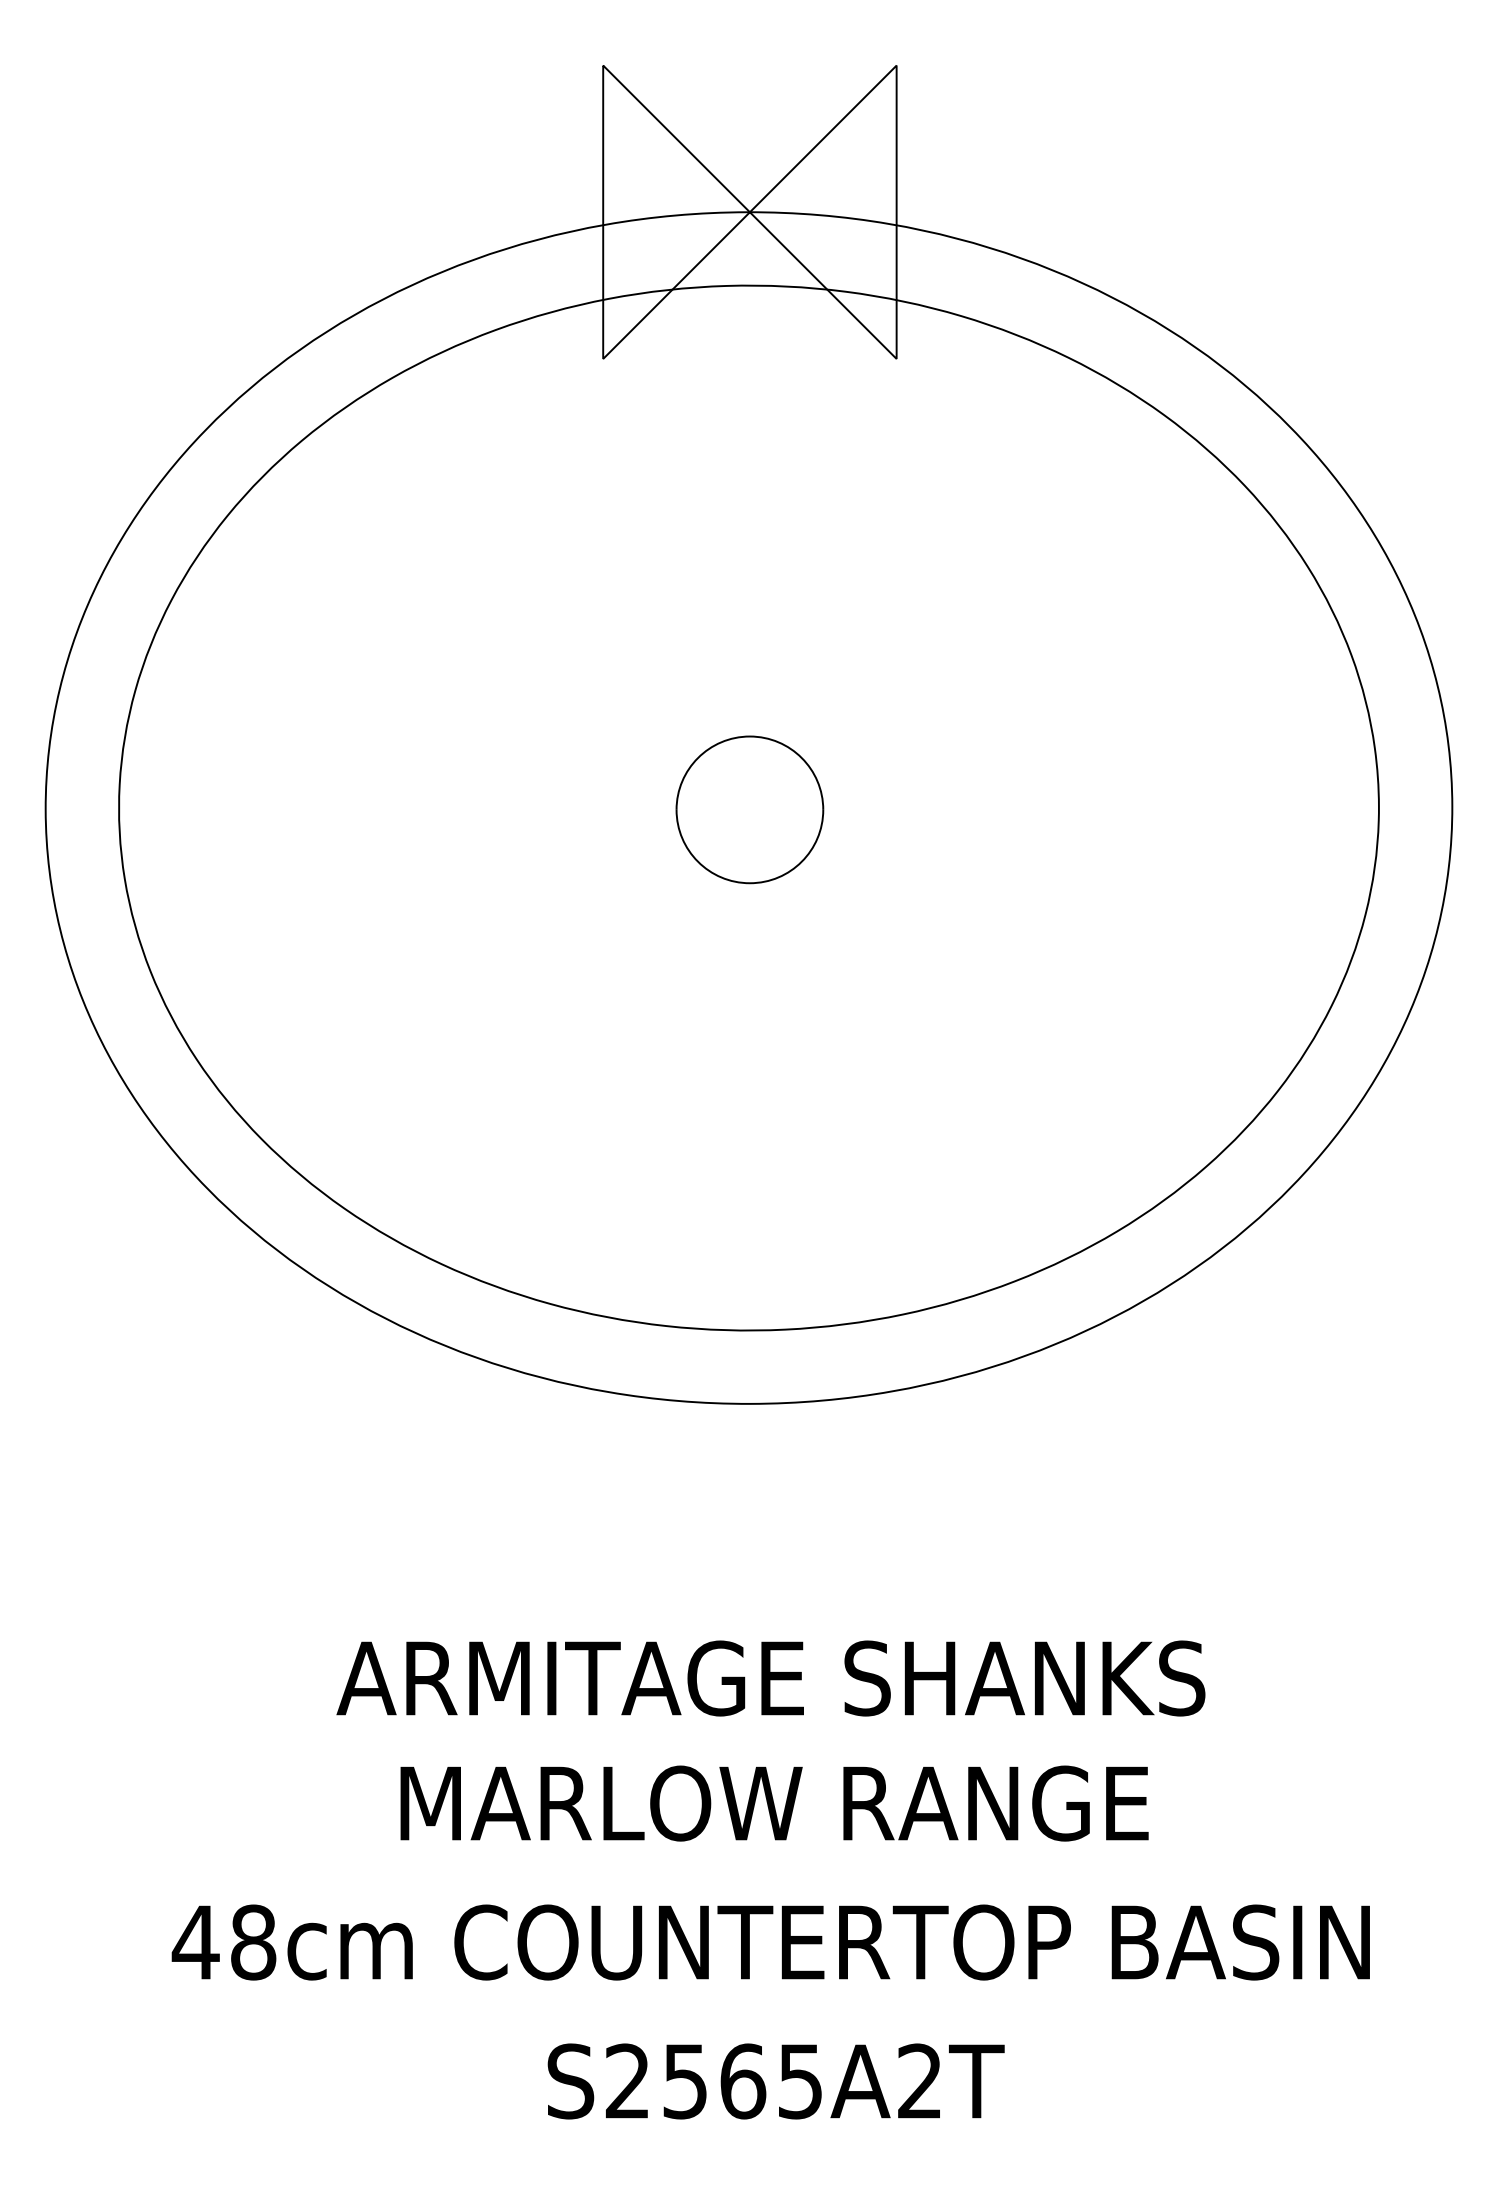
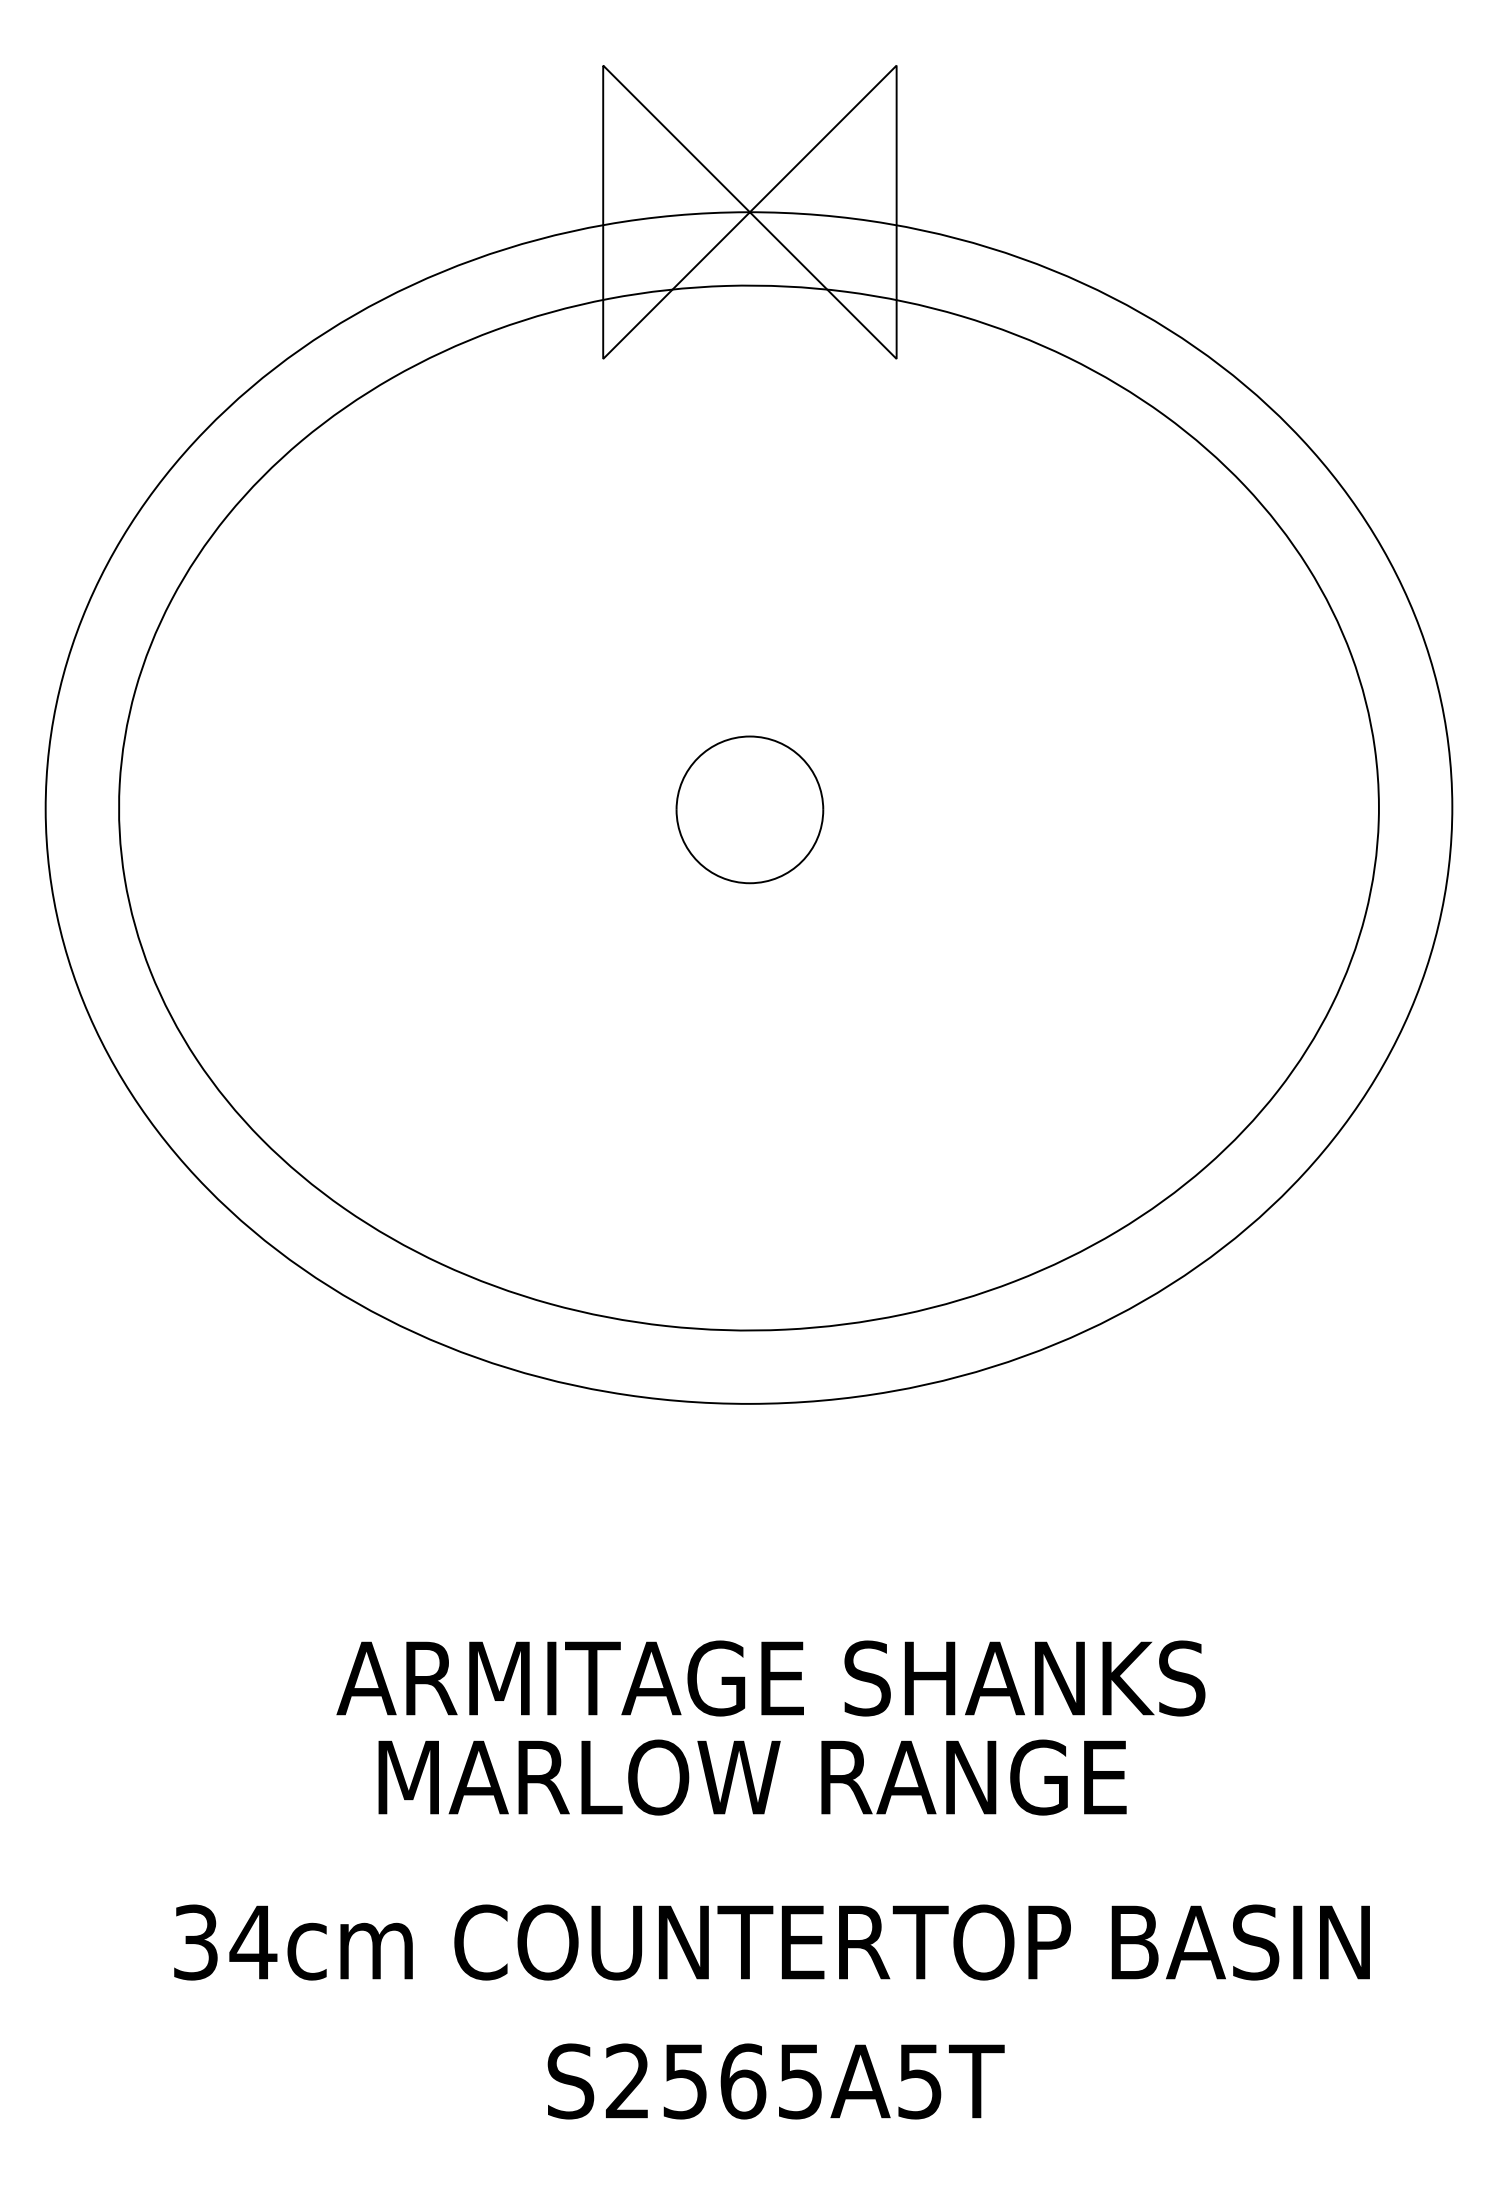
text at (774, 1803) position: (774, 1803) -> (752, 1777)
text at (224, 1942): 48cm -> 34cm
text at (919, 2081): S2565A2T -> S2565A5T
